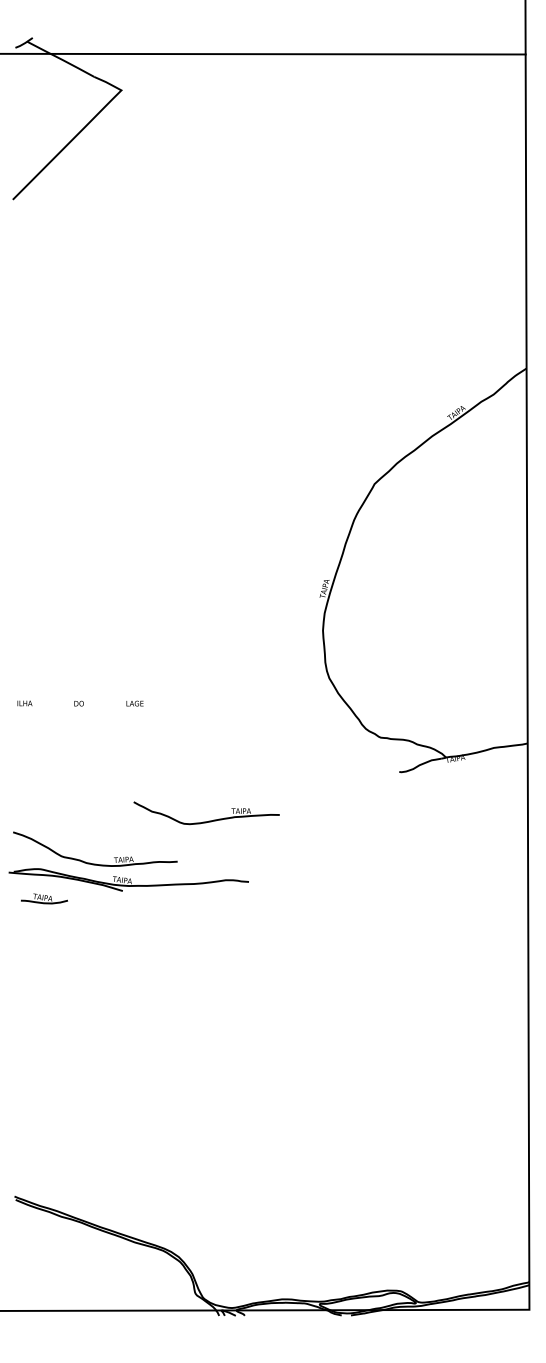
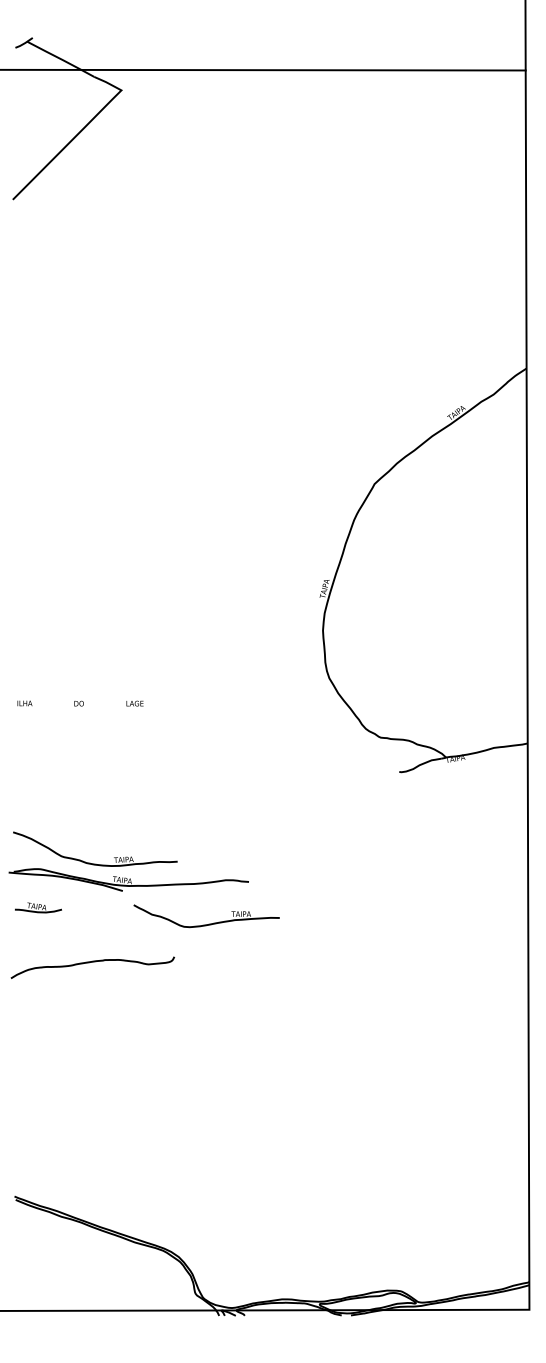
line at (263, 53) position: (263, 53) -> (263, 69)
part at (209, 820) position: (209, 820) -> (209, 923)
part at (44, 898) position: (44, 898) -> (38, 907)
curve at (92, 962): none -> present
